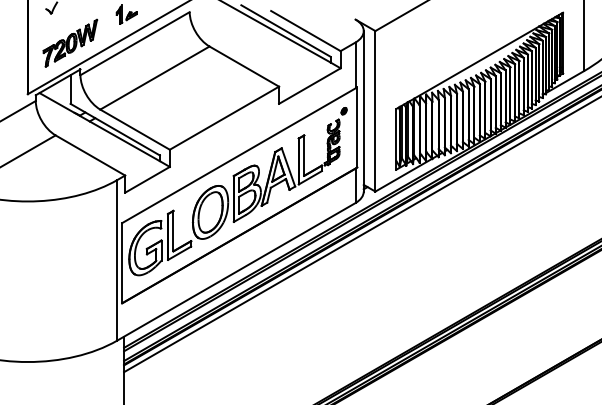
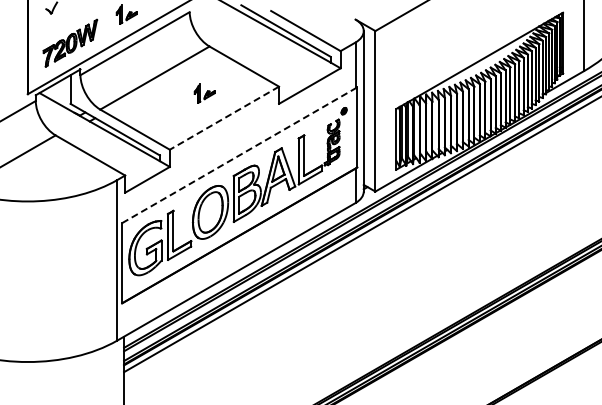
part at (204, 93): none -> present
line at (224, 118): solid -> dashed
line at (238, 155): solid -> dashed
